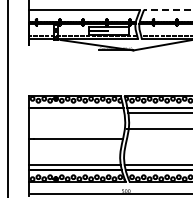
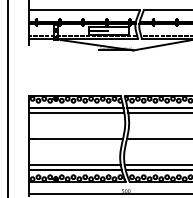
line at (167, 9): dashed -> solid
line at (76, 113): none -> present
line at (157, 129) position: (157, 129) -> (157, 139)
